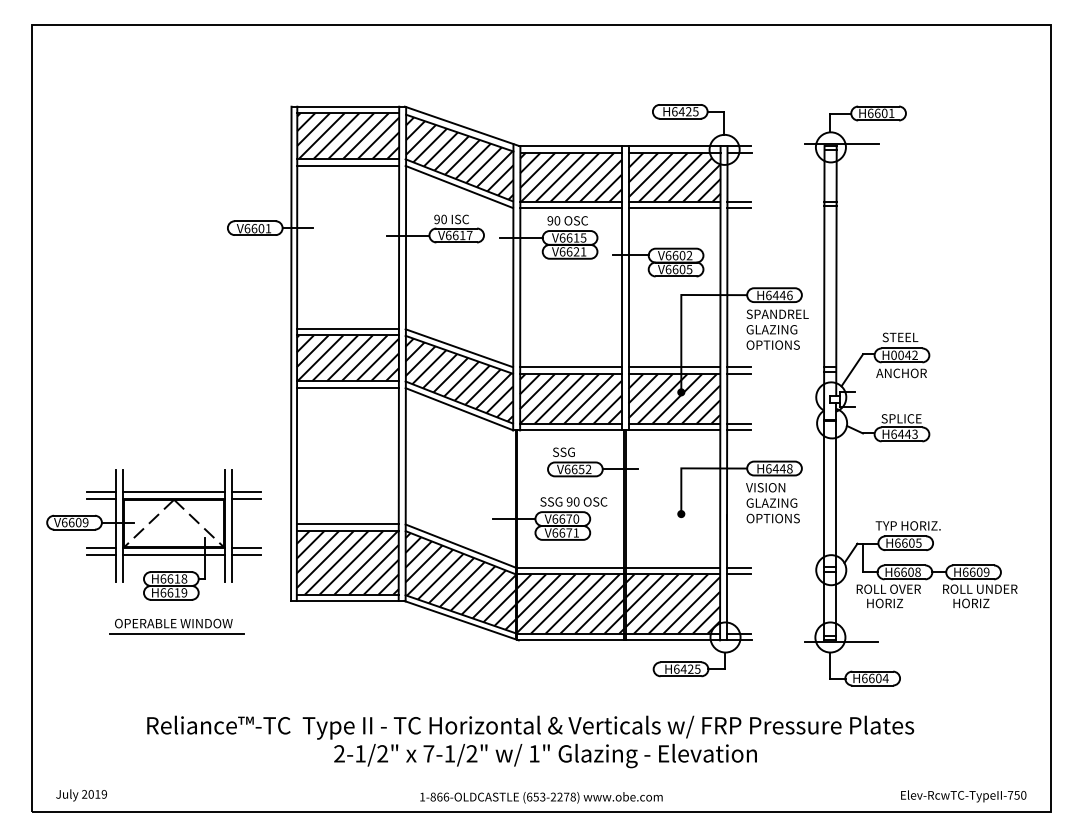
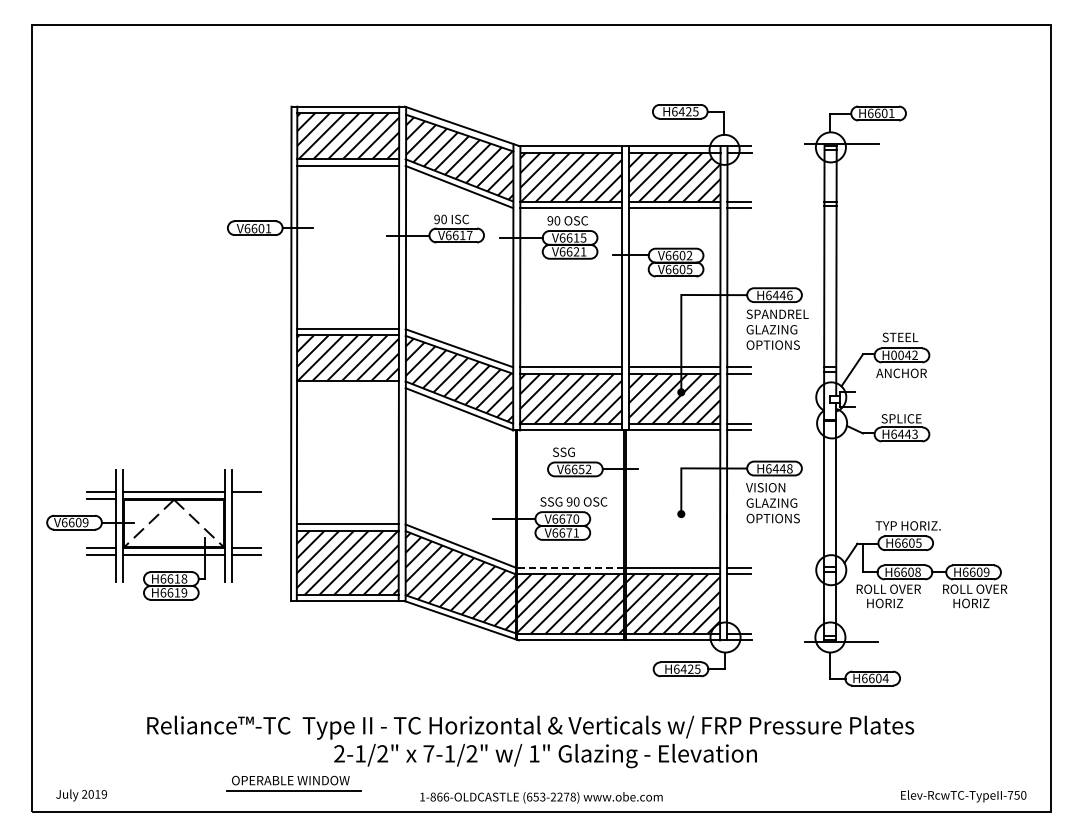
line at (347, 387): present -> none
line at (245, 498): present -> none
line at (570, 567): solid -> dashed
text at (996, 588): ROLL UNDER -> ROLL OVER
part at (176, 626) position: (176, 626) -> (293, 783)
